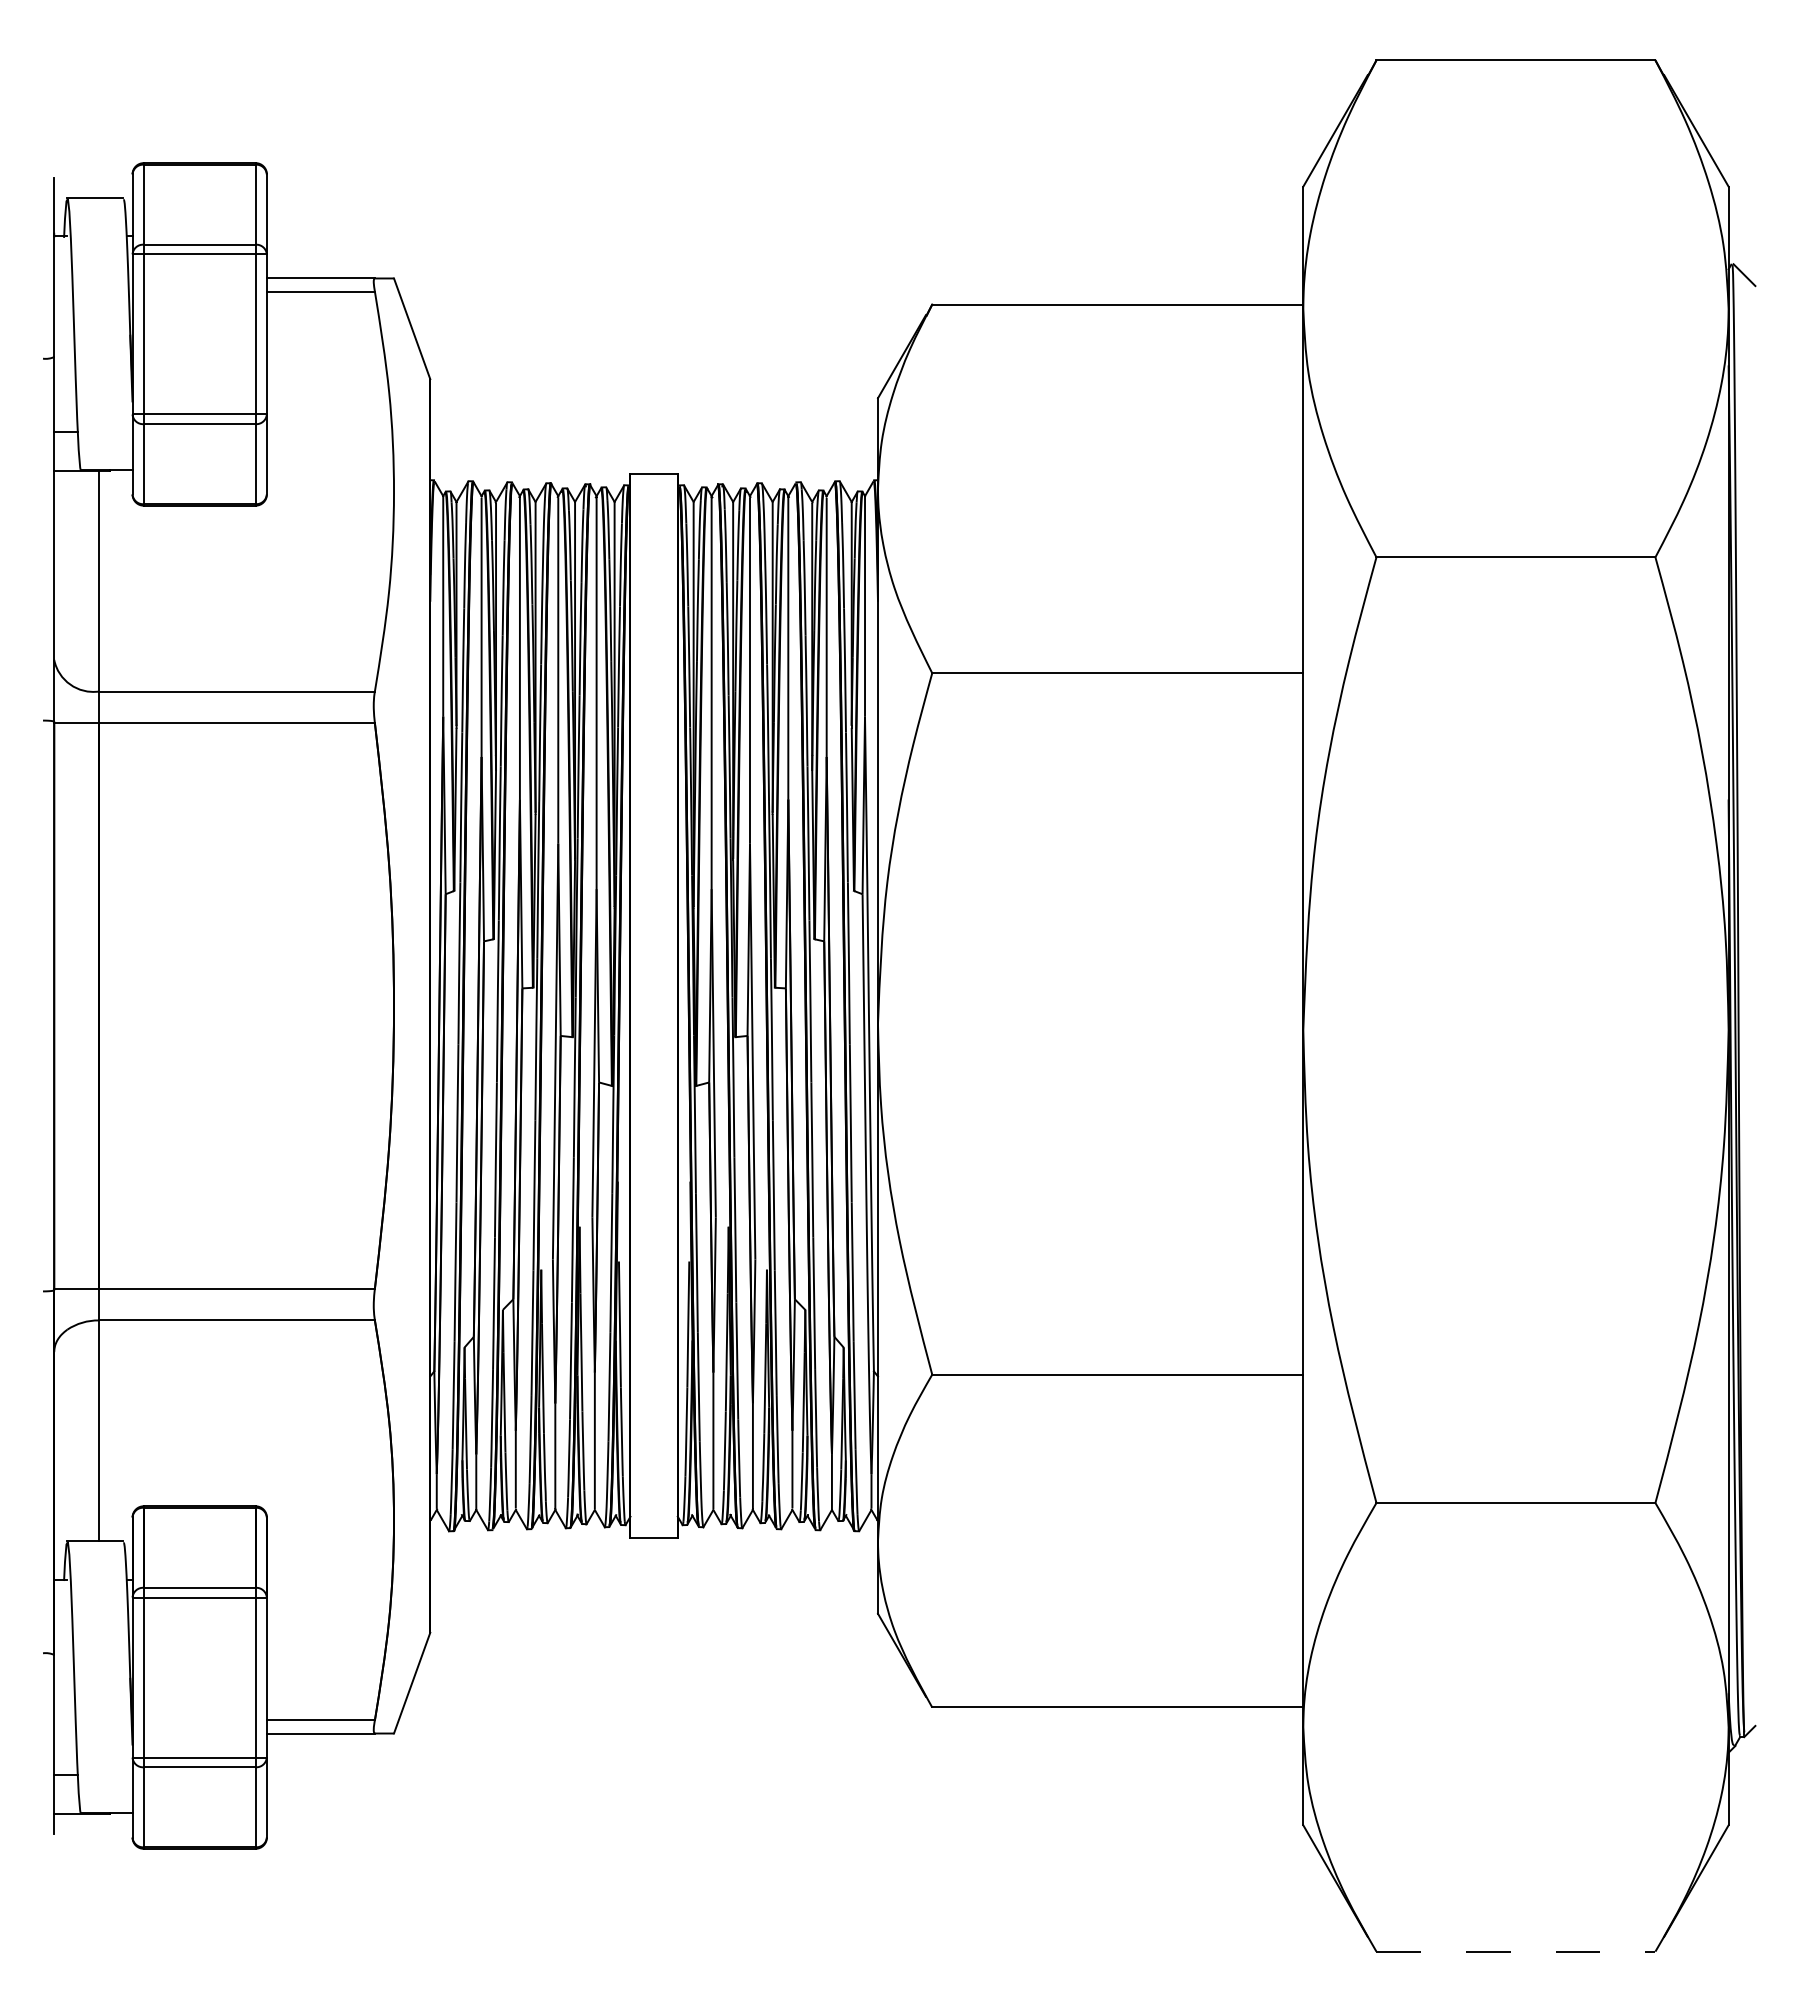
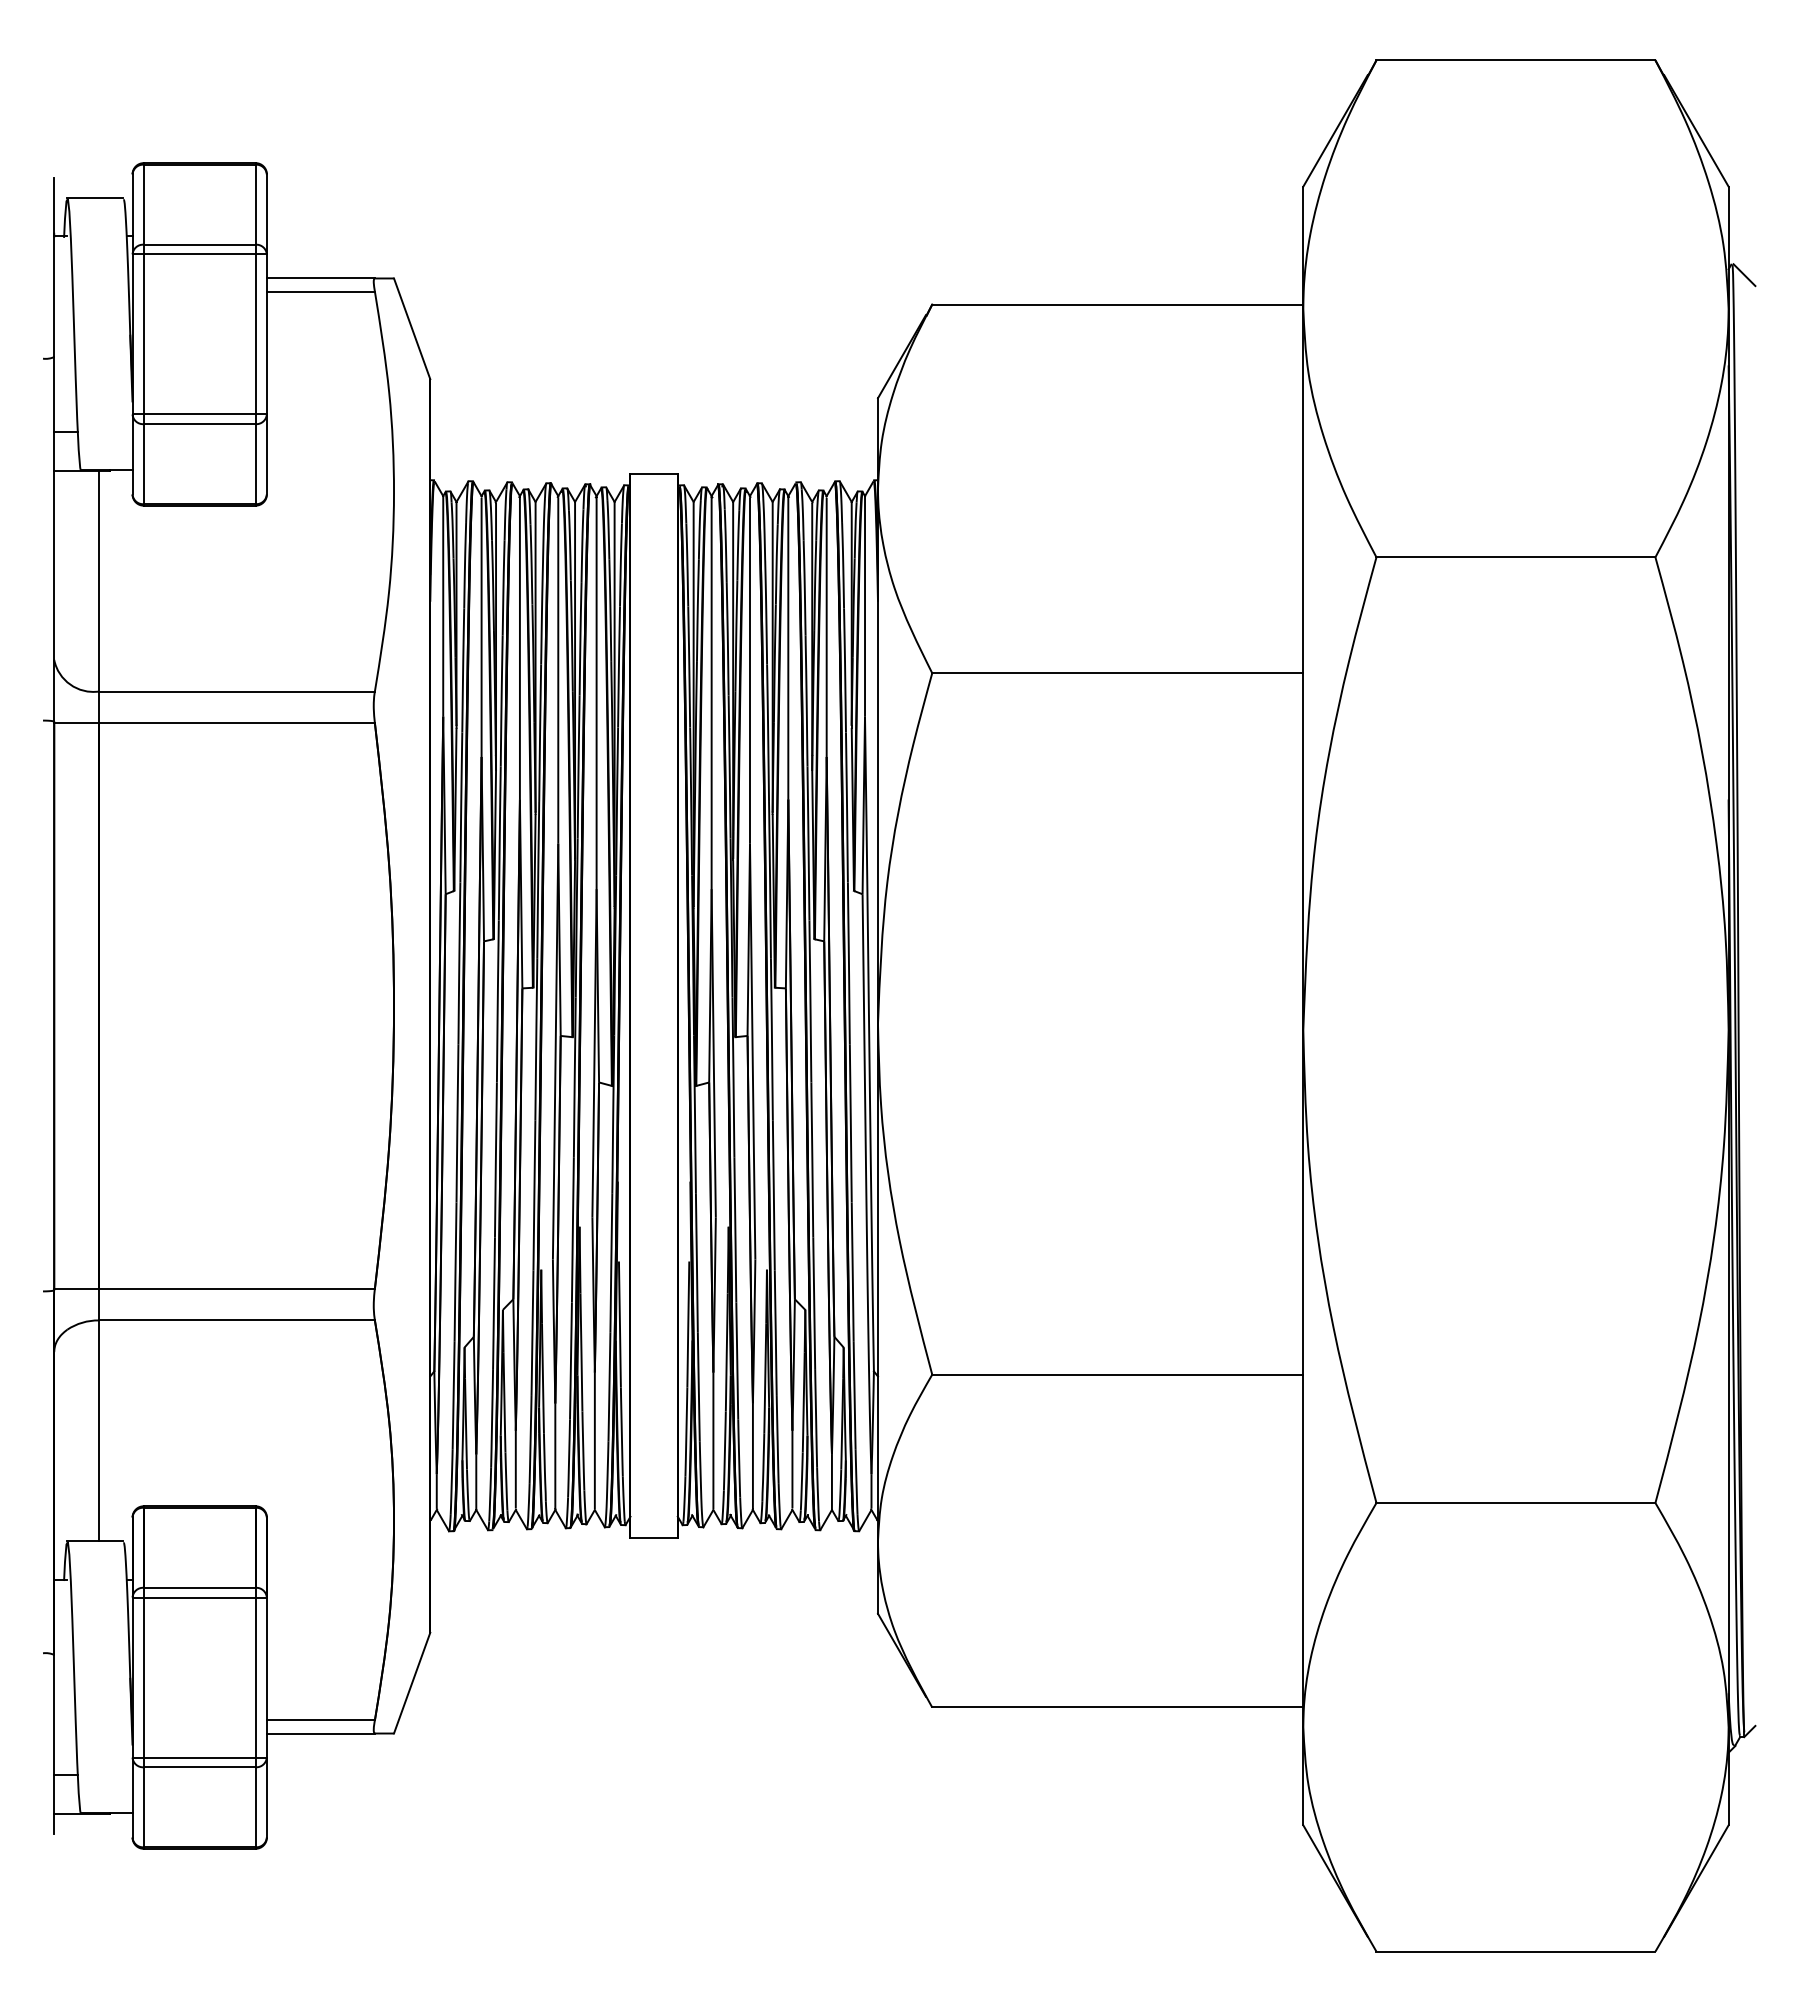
line at (1516, 1951): dashed -> solid
